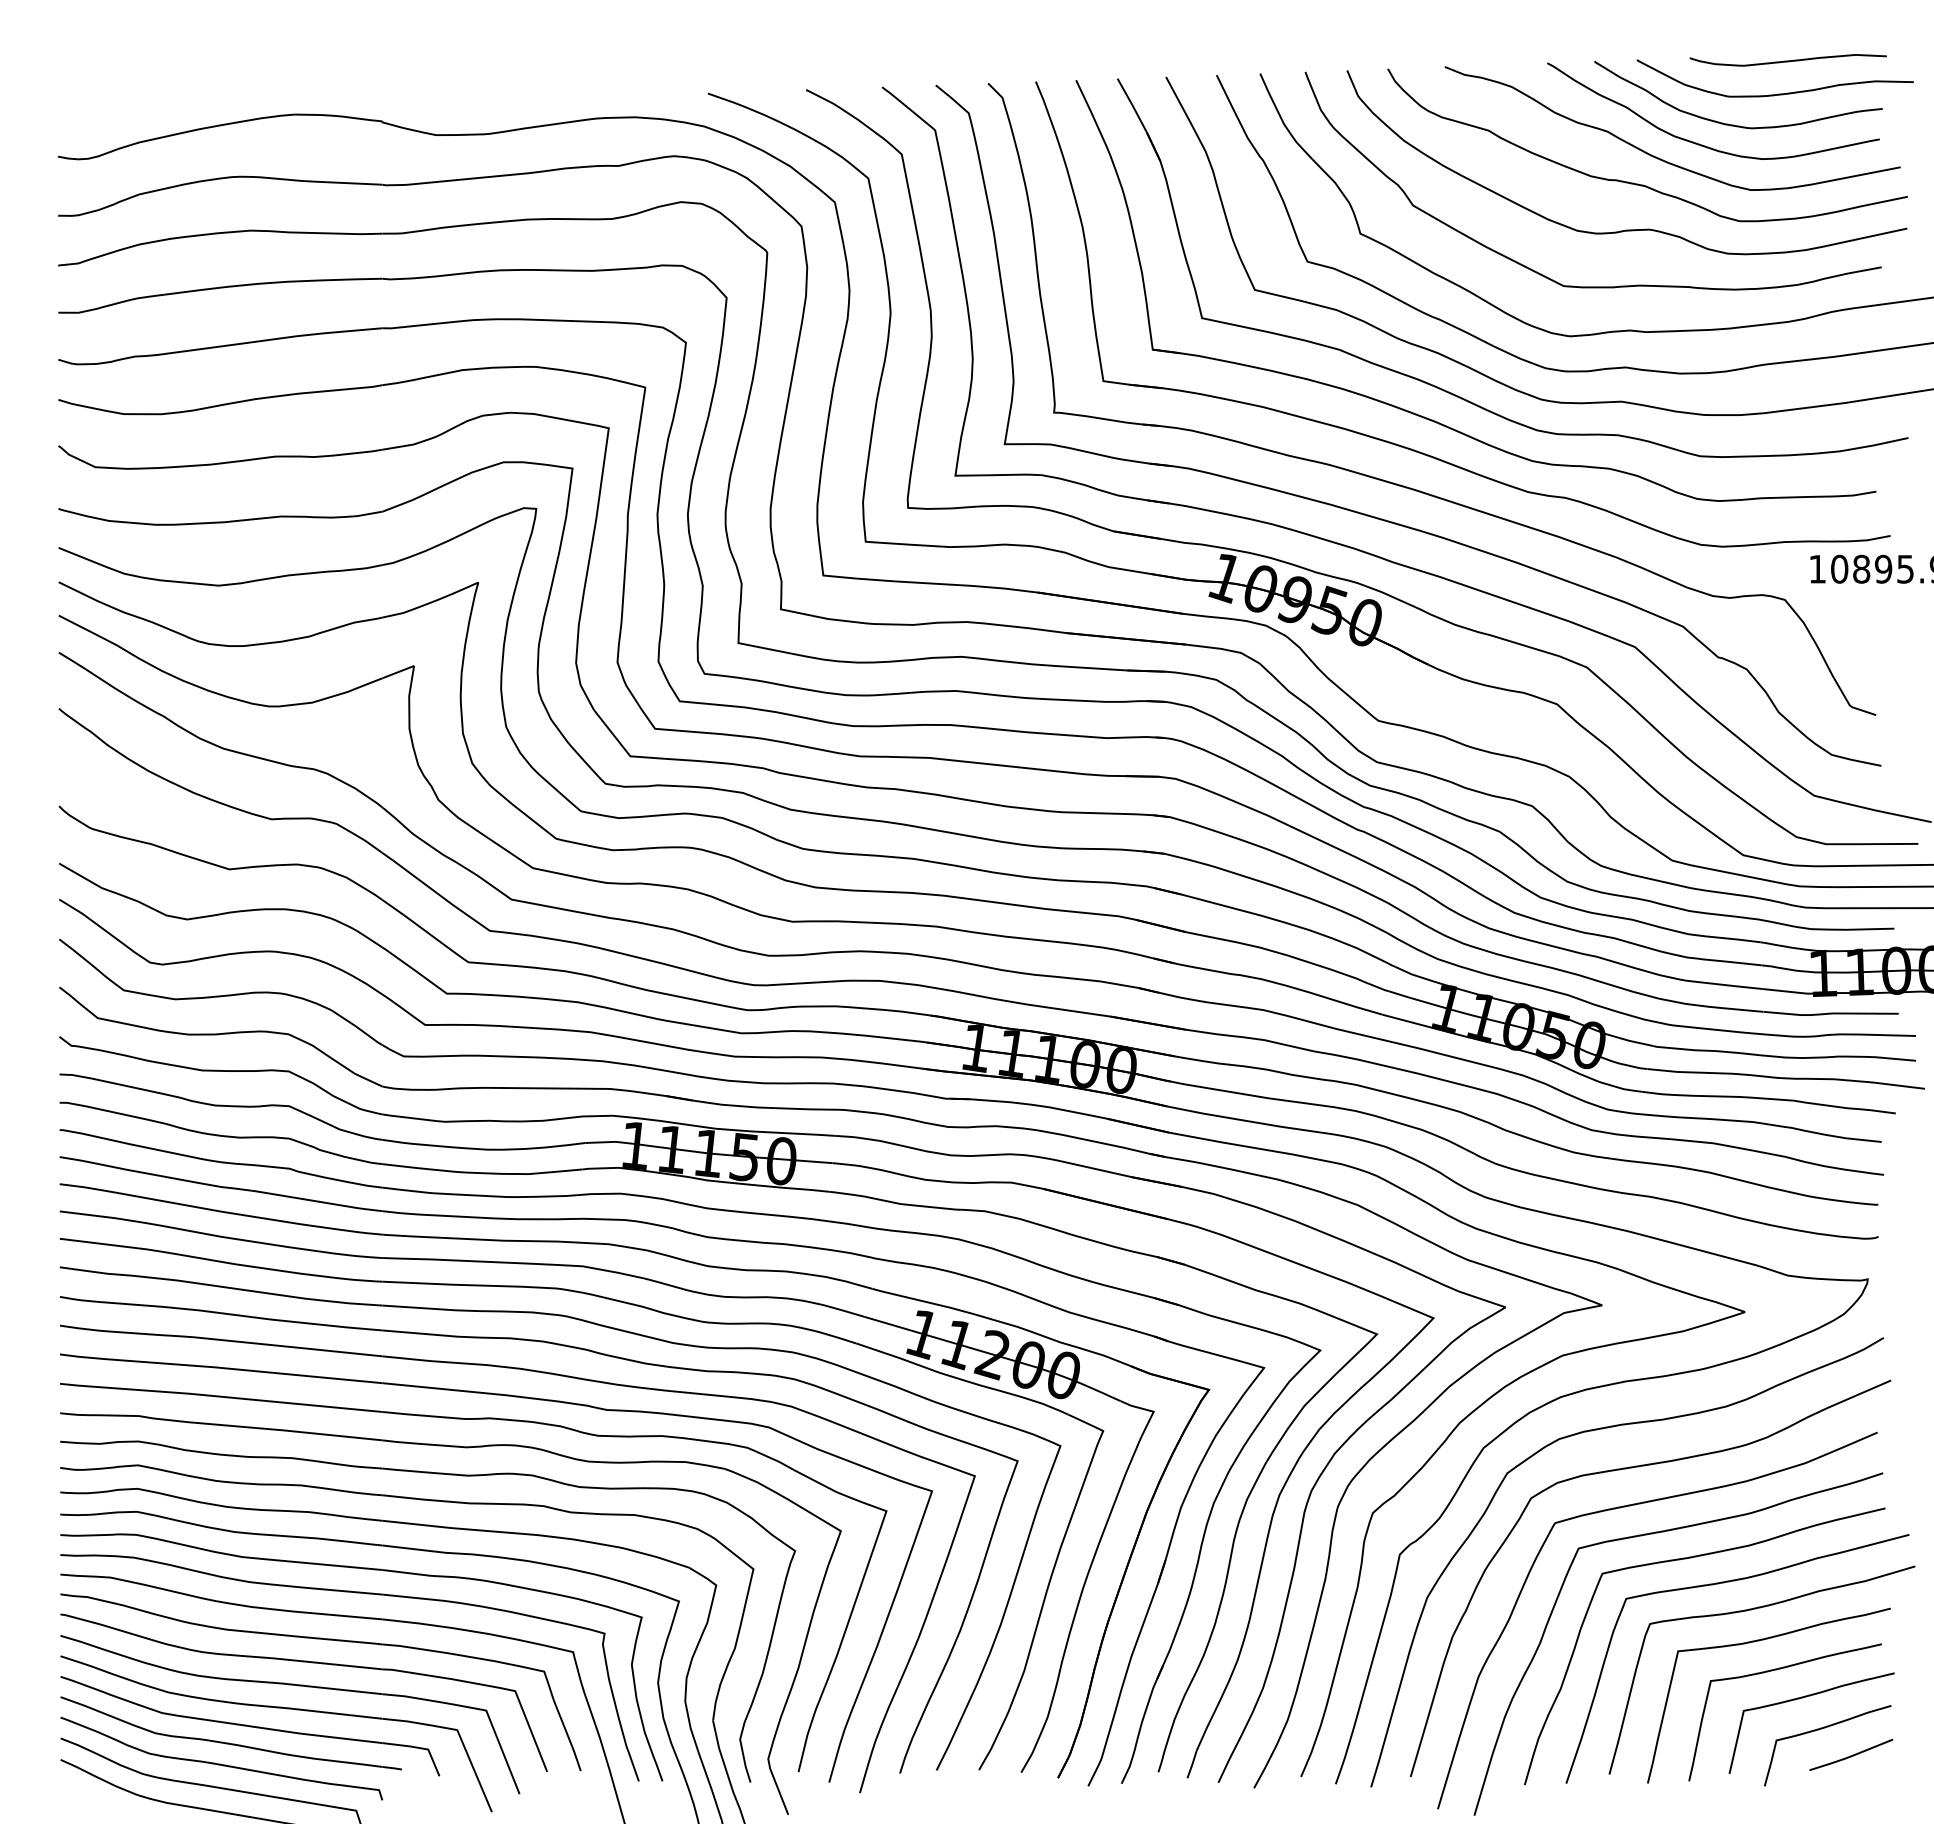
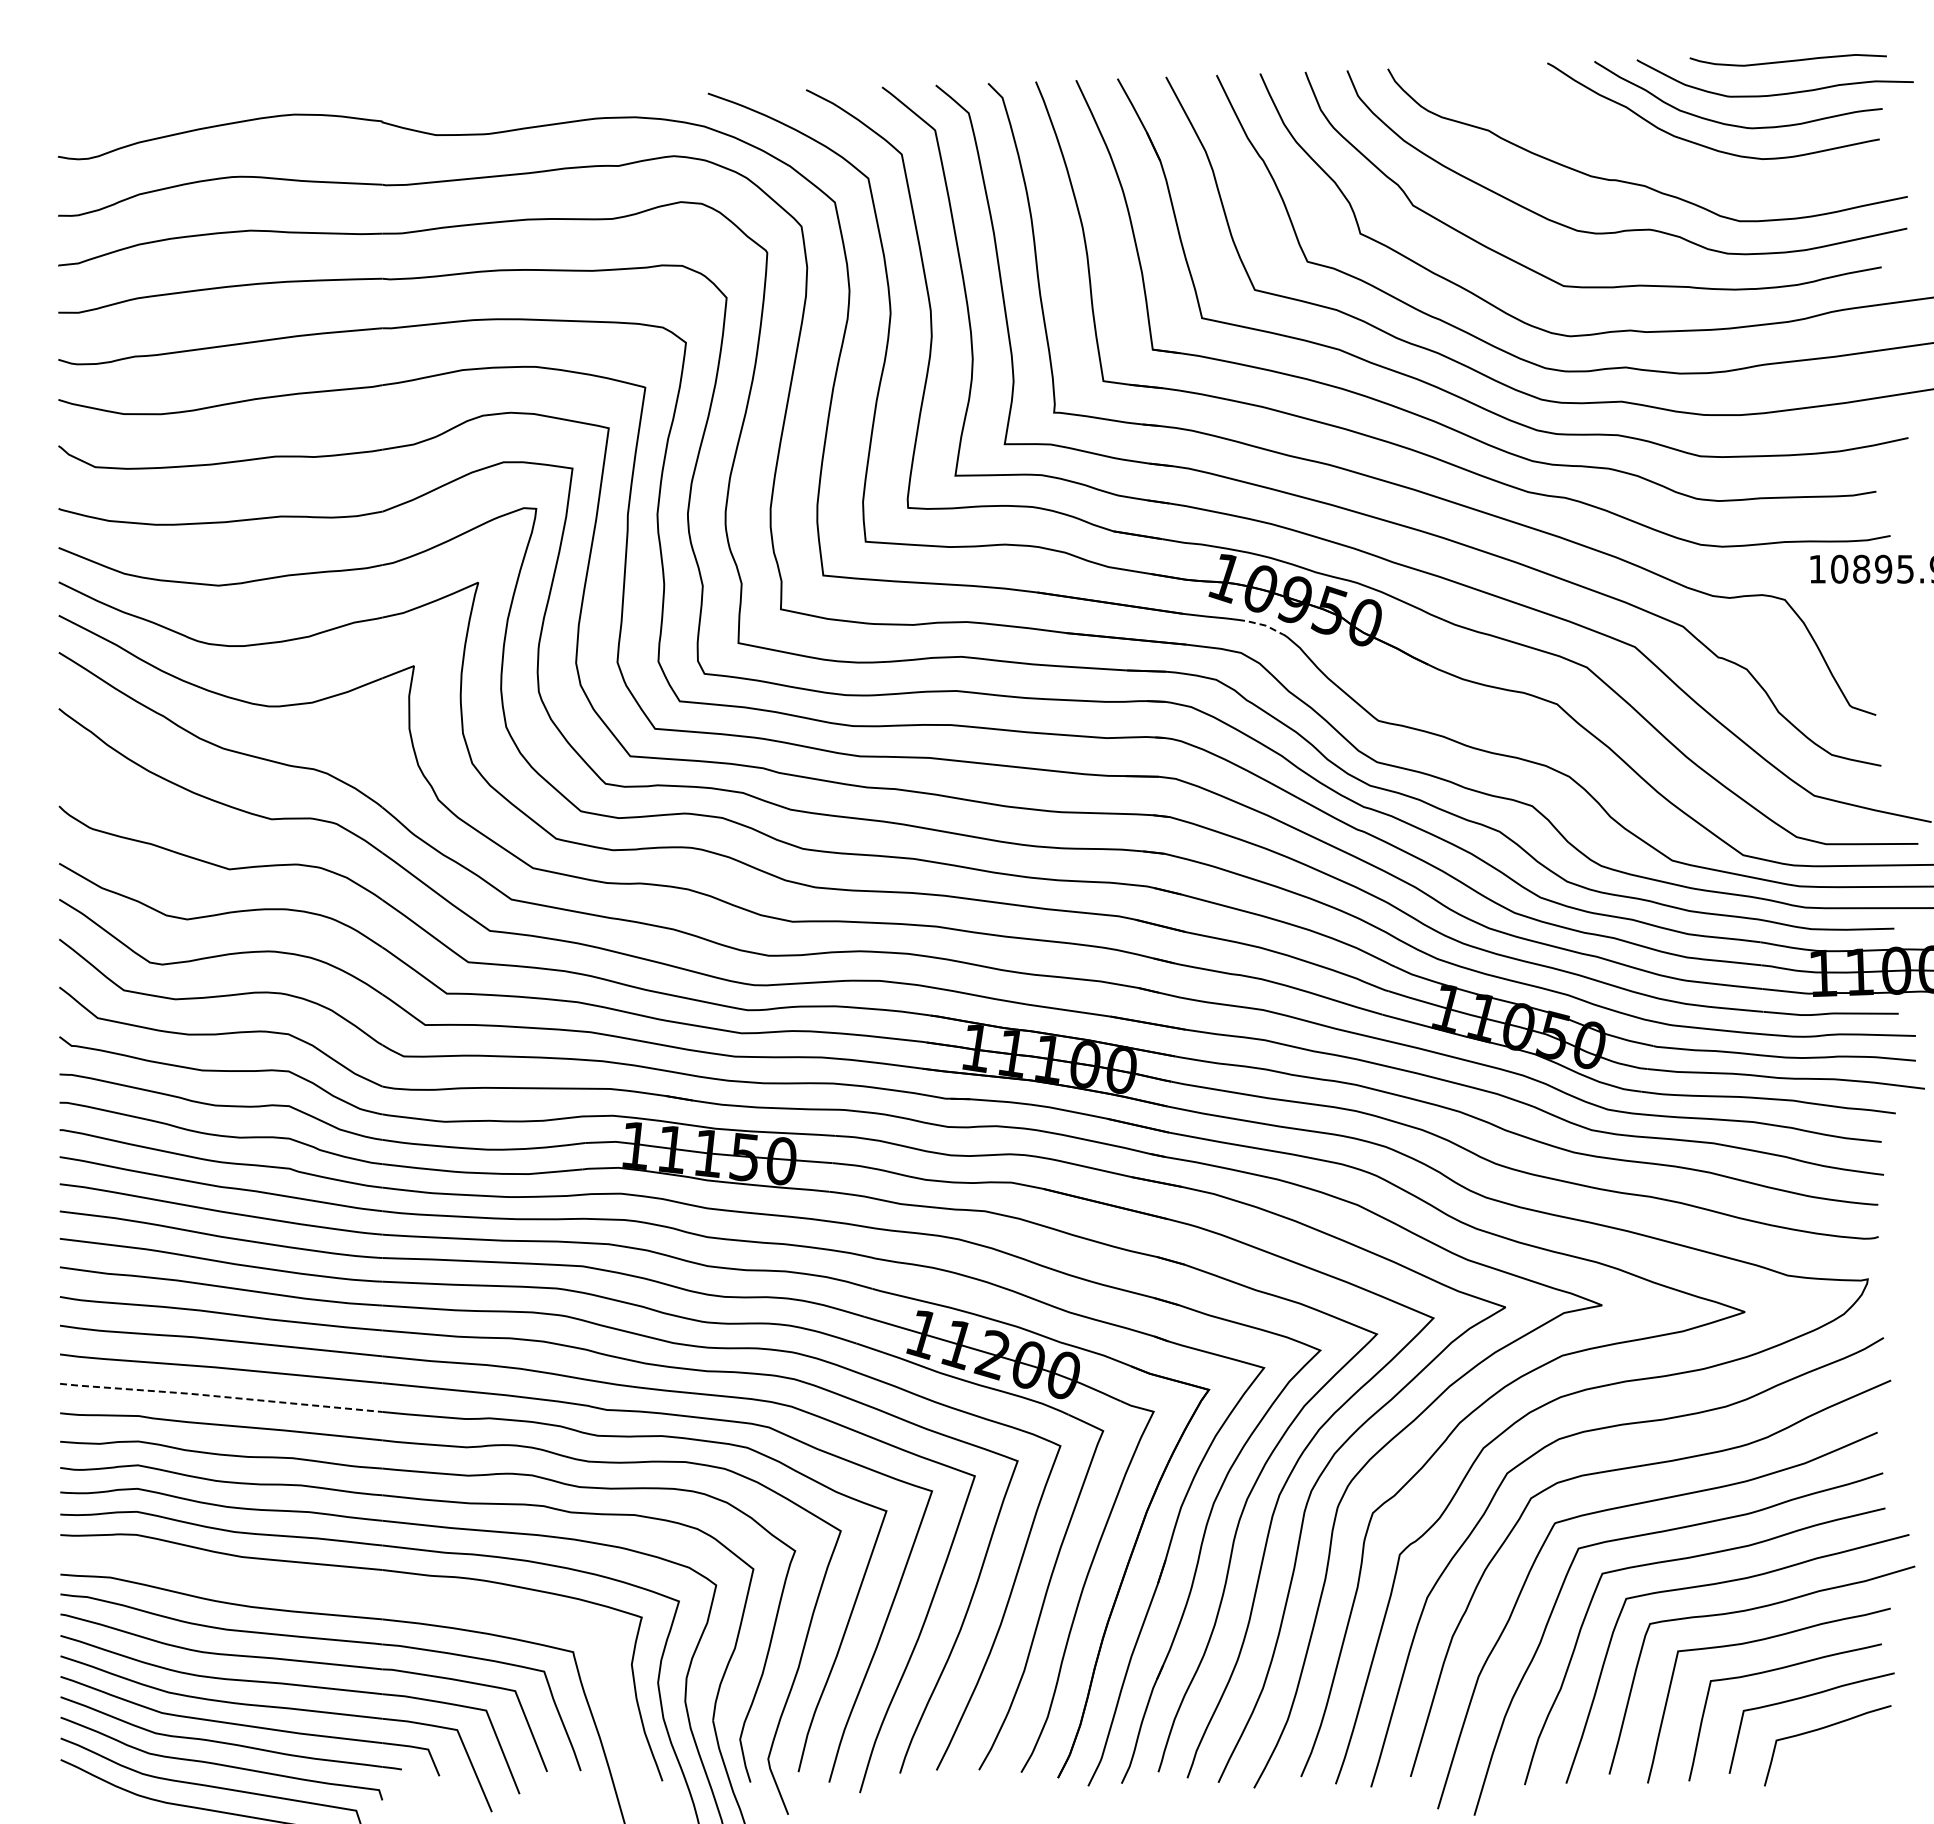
curve at (1661, 158): present -> none
line at (1261, 624): solid -> dashed
line at (220, 1396): solid -> dashed
part at (355, 1593): present -> none
curve at (1852, 1754): present -> none
